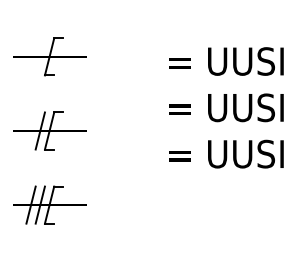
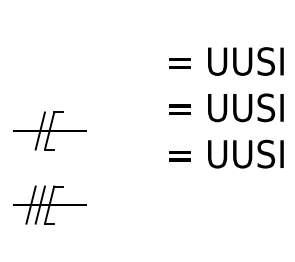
part at (49, 56): present -> none
